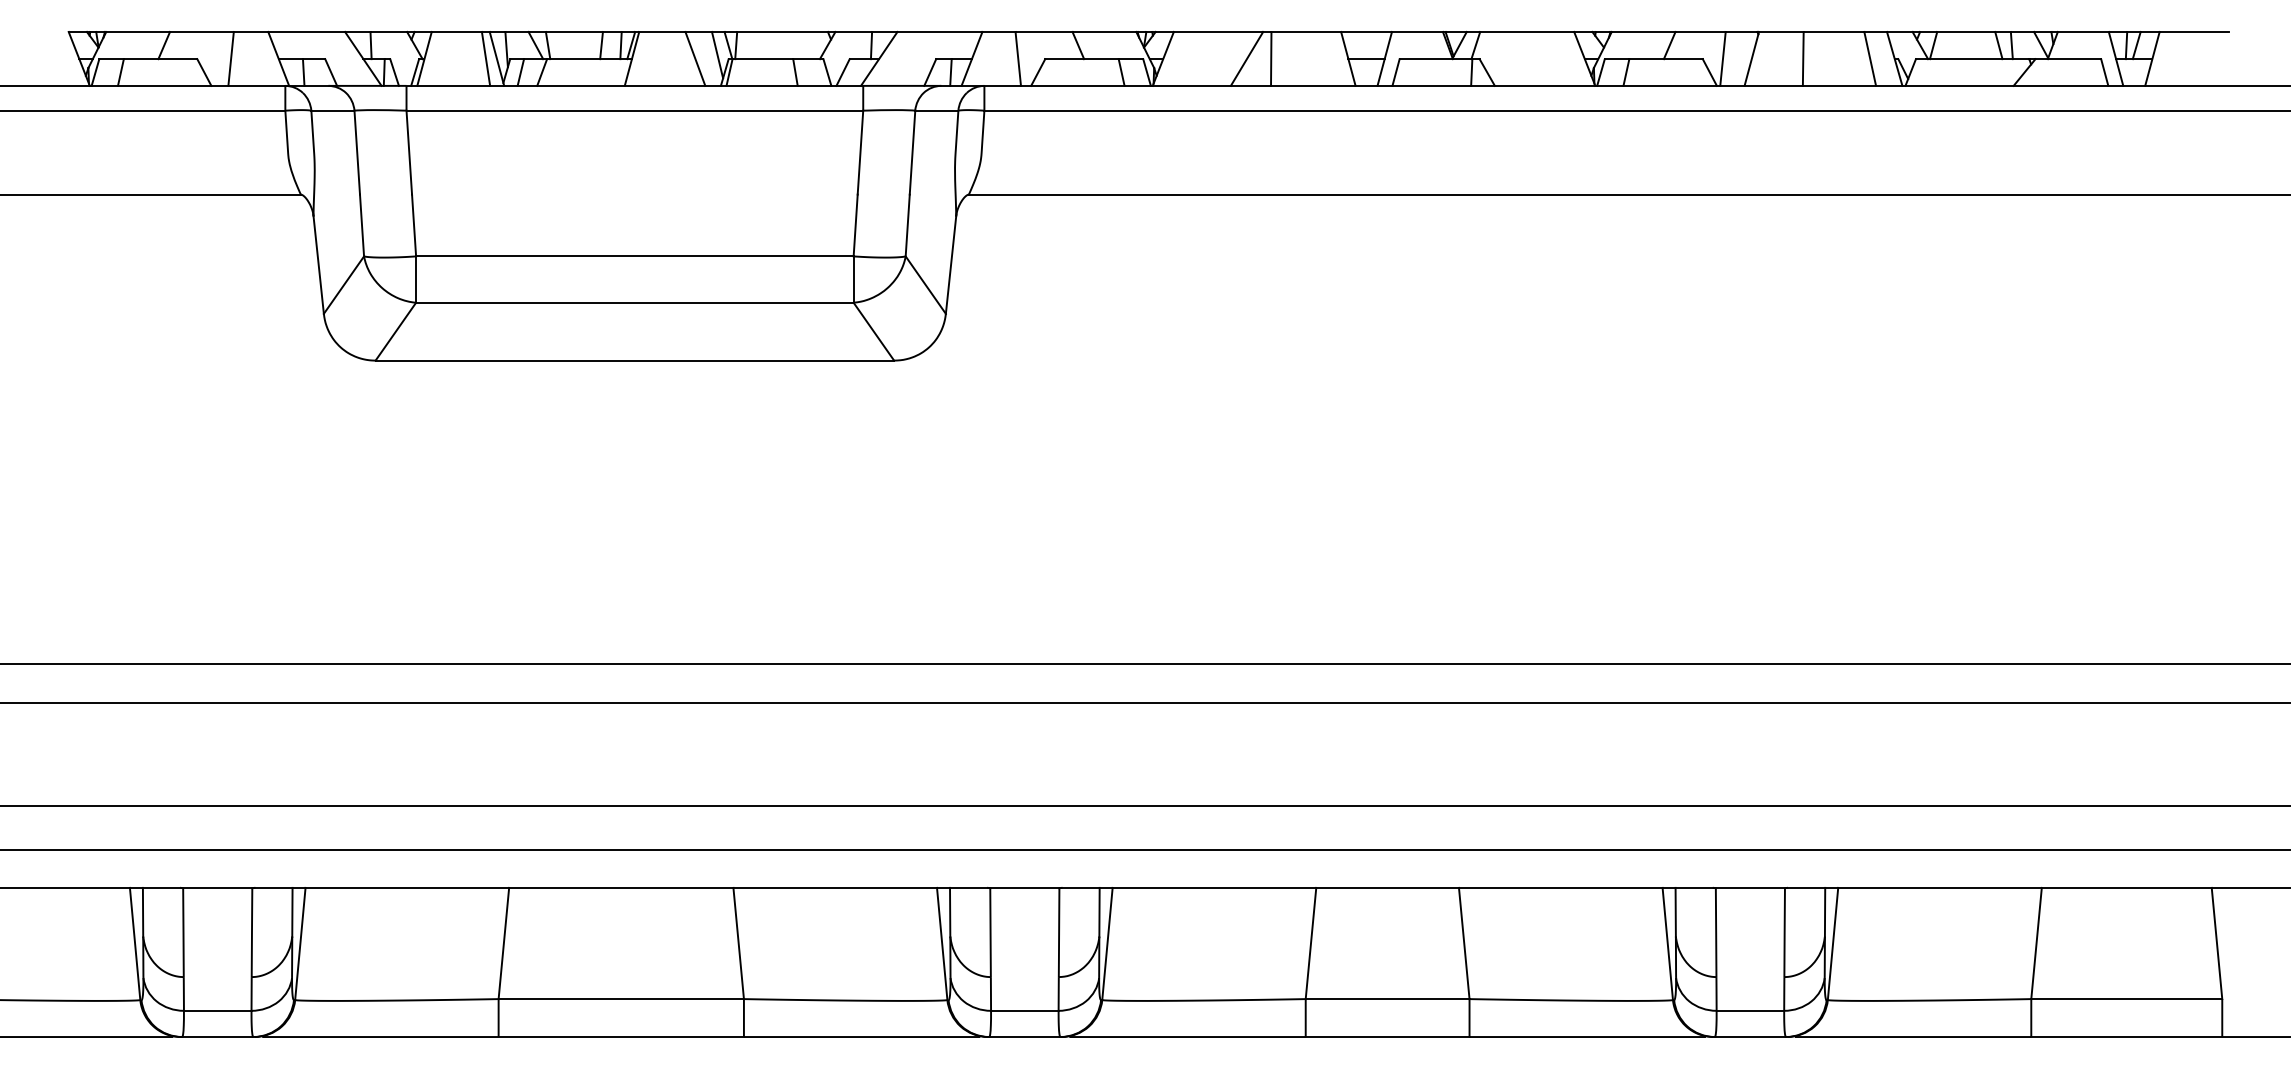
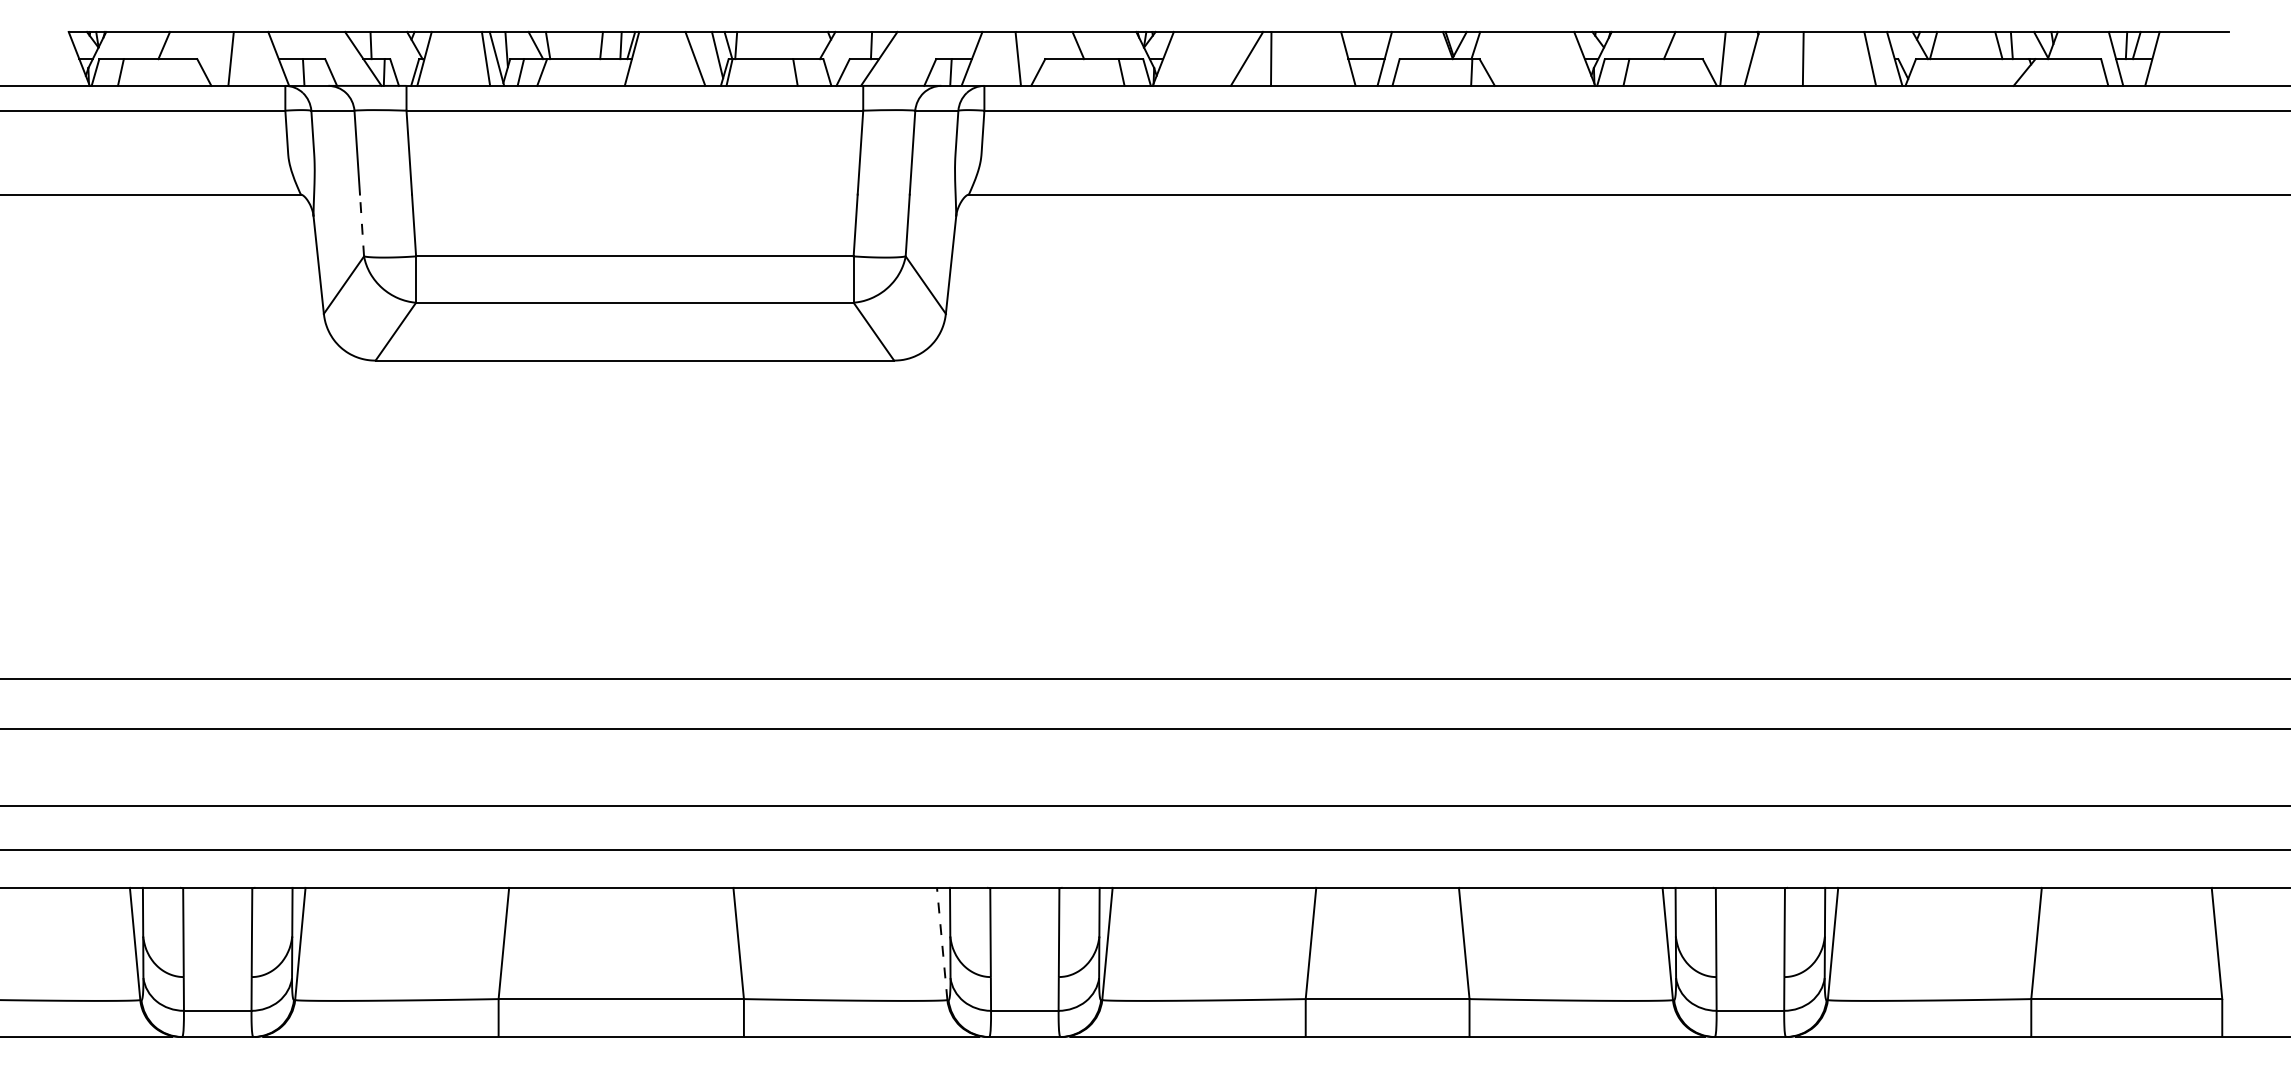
line at (362, 225): solid -> dashed
line at (1144, 664) position: (1144, 664) -> (1144, 679)
line at (1144, 703) position: (1144, 703) -> (1144, 729)
line at (942, 943): solid -> dashed
